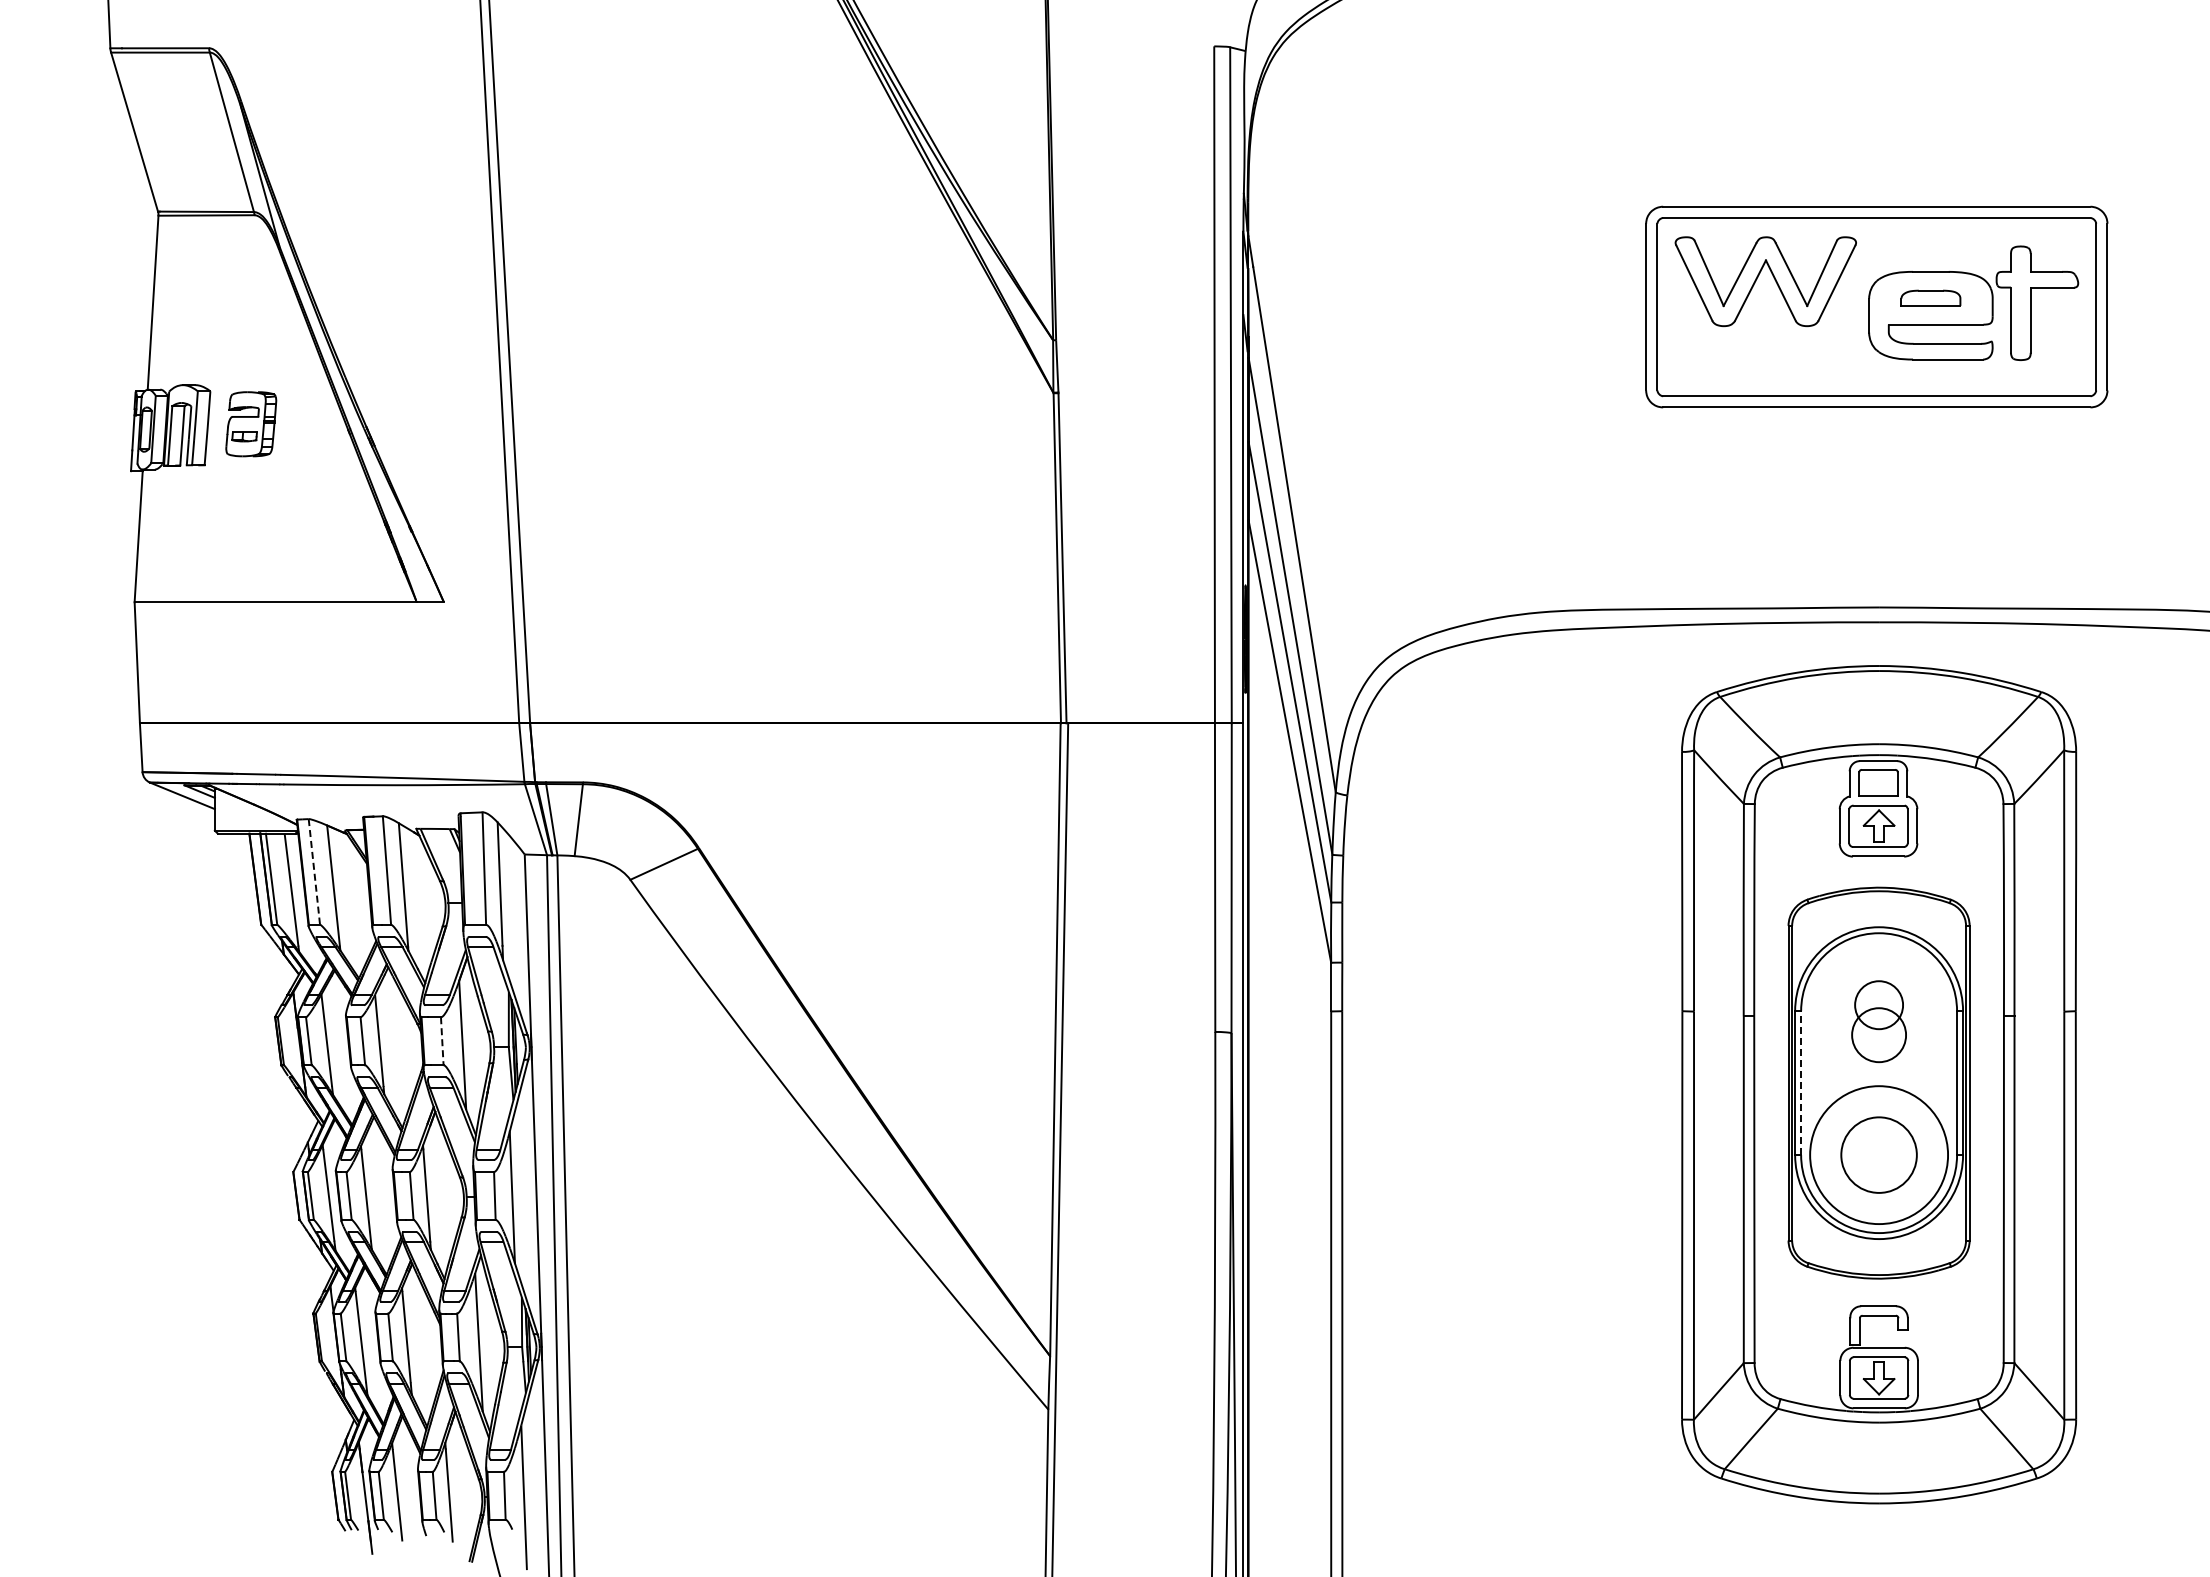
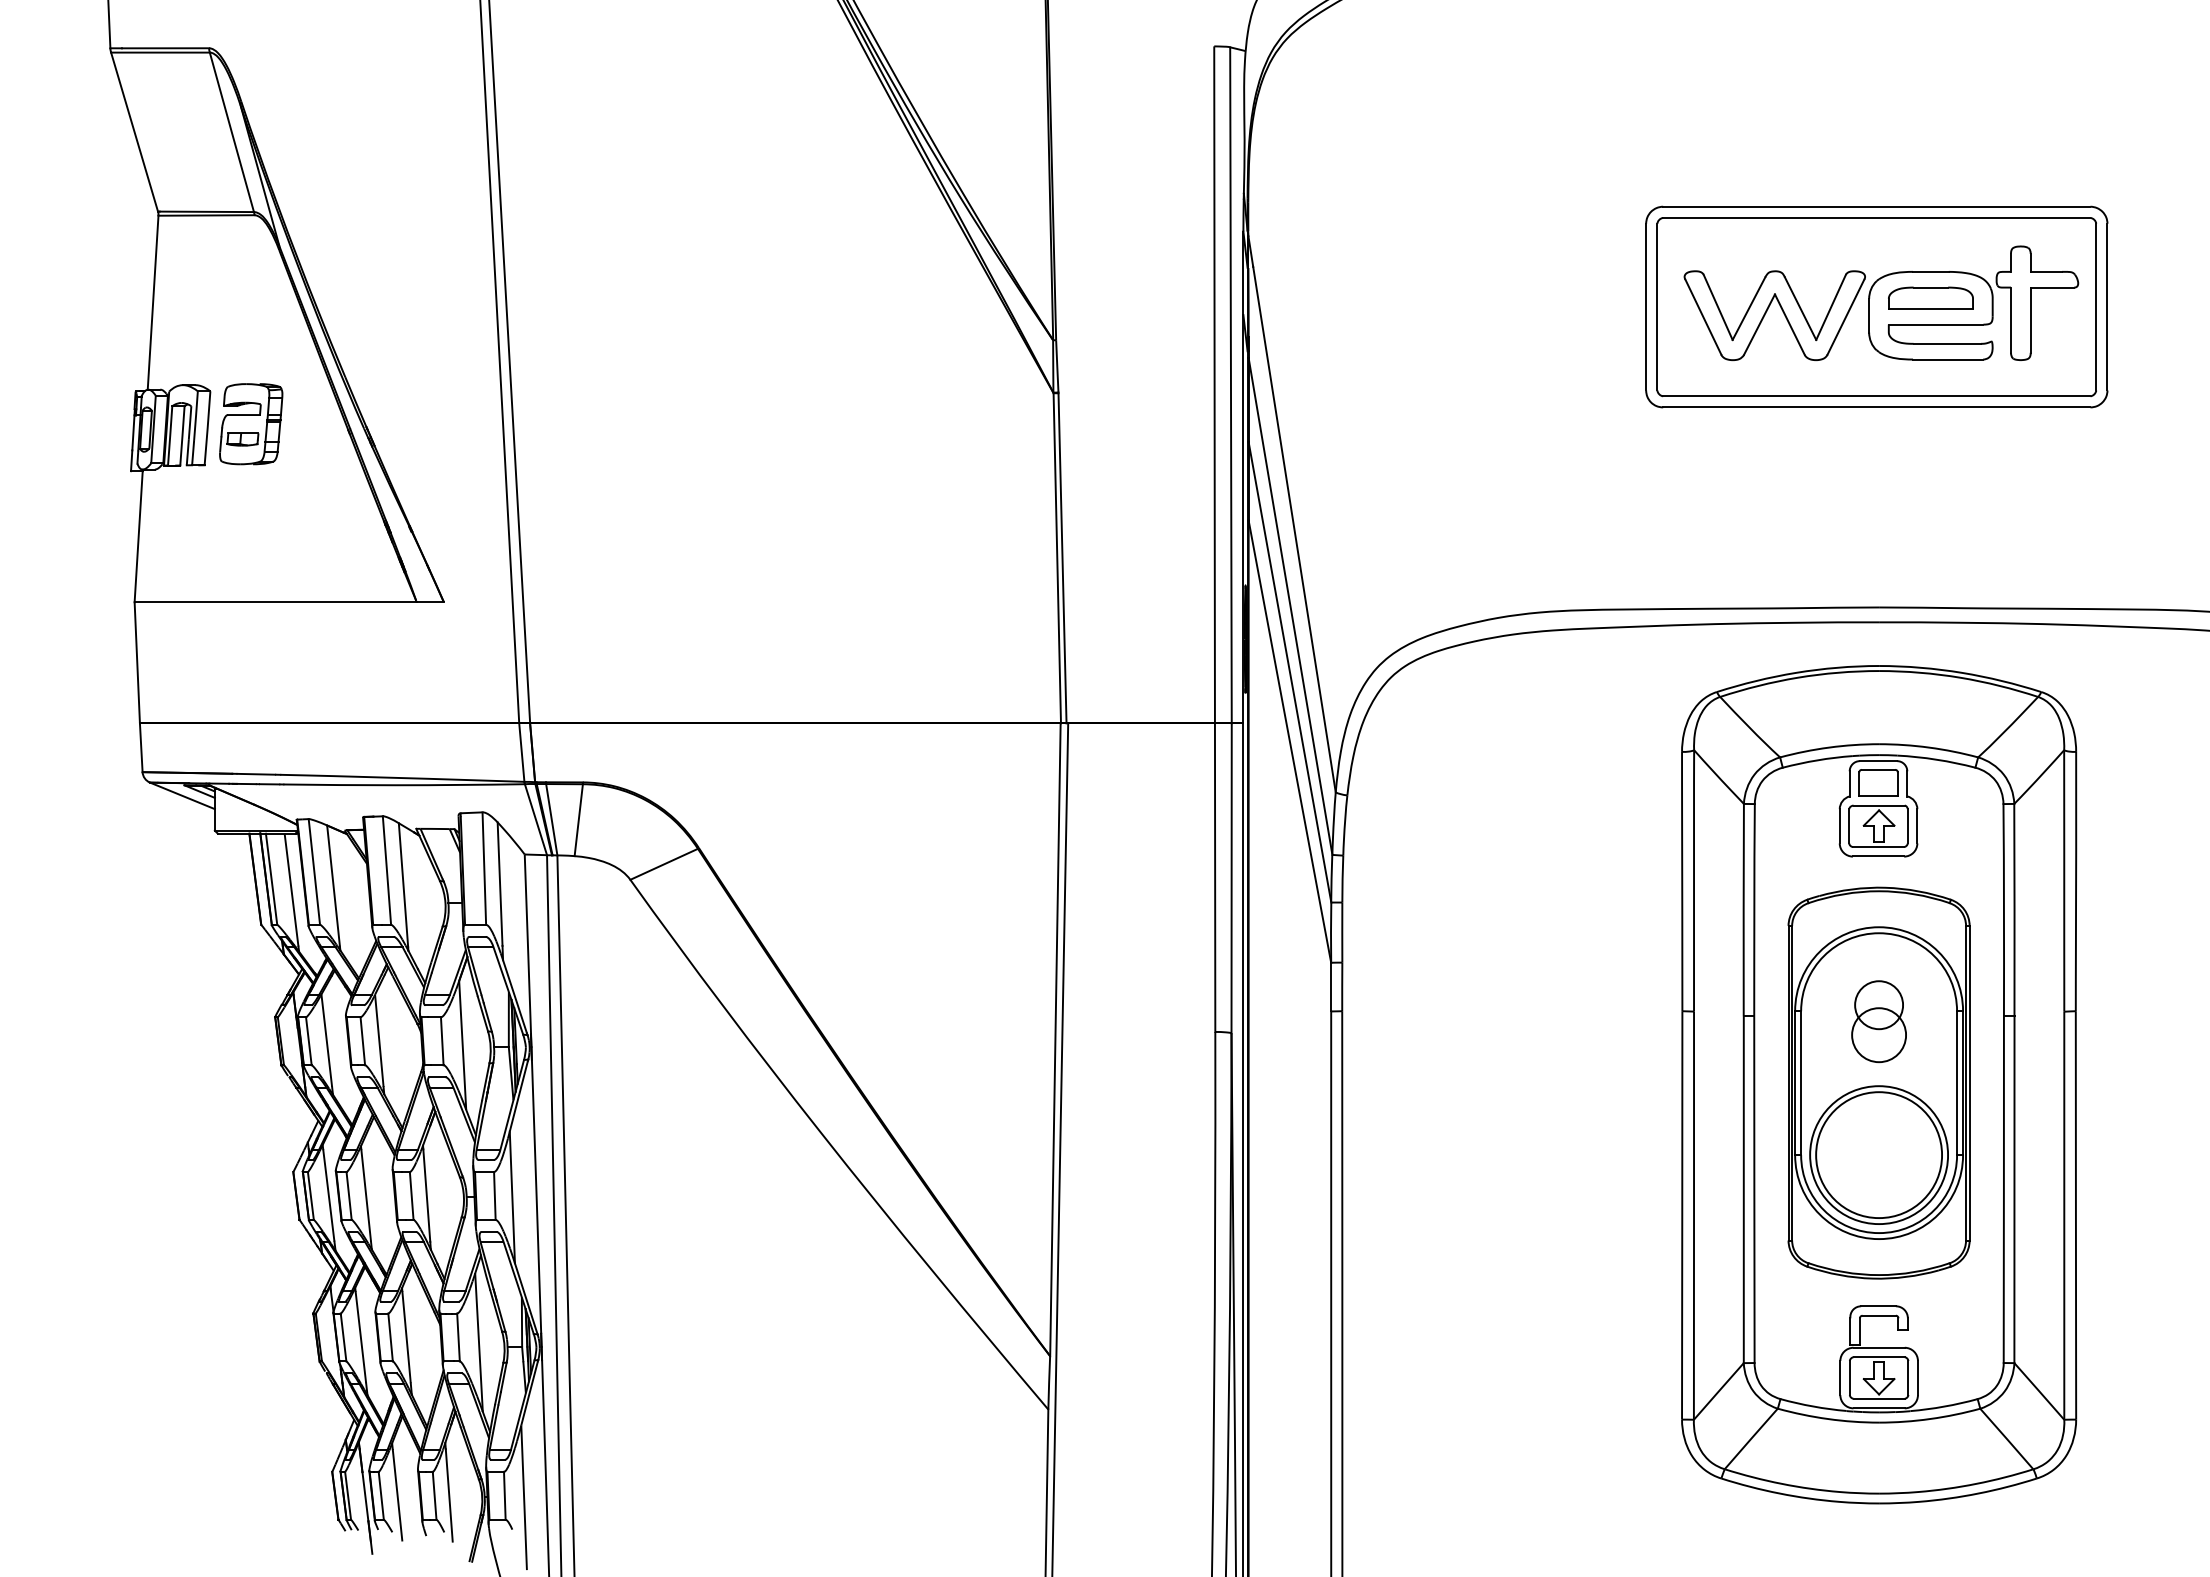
part at (1758, 277) position: (1758, 277) -> (1767, 311)
part at (1930, 297) size: 62x18 px -> 86x24 px
part at (251, 424) size: 53x67 px -> 65x83 px
line at (314, 872): dashed -> solid
line at (442, 1041): dashed -> solid
line at (1801, 1083): dashed -> solid
circle at (1878, 1154) diameter: 76 px -> 126 px
